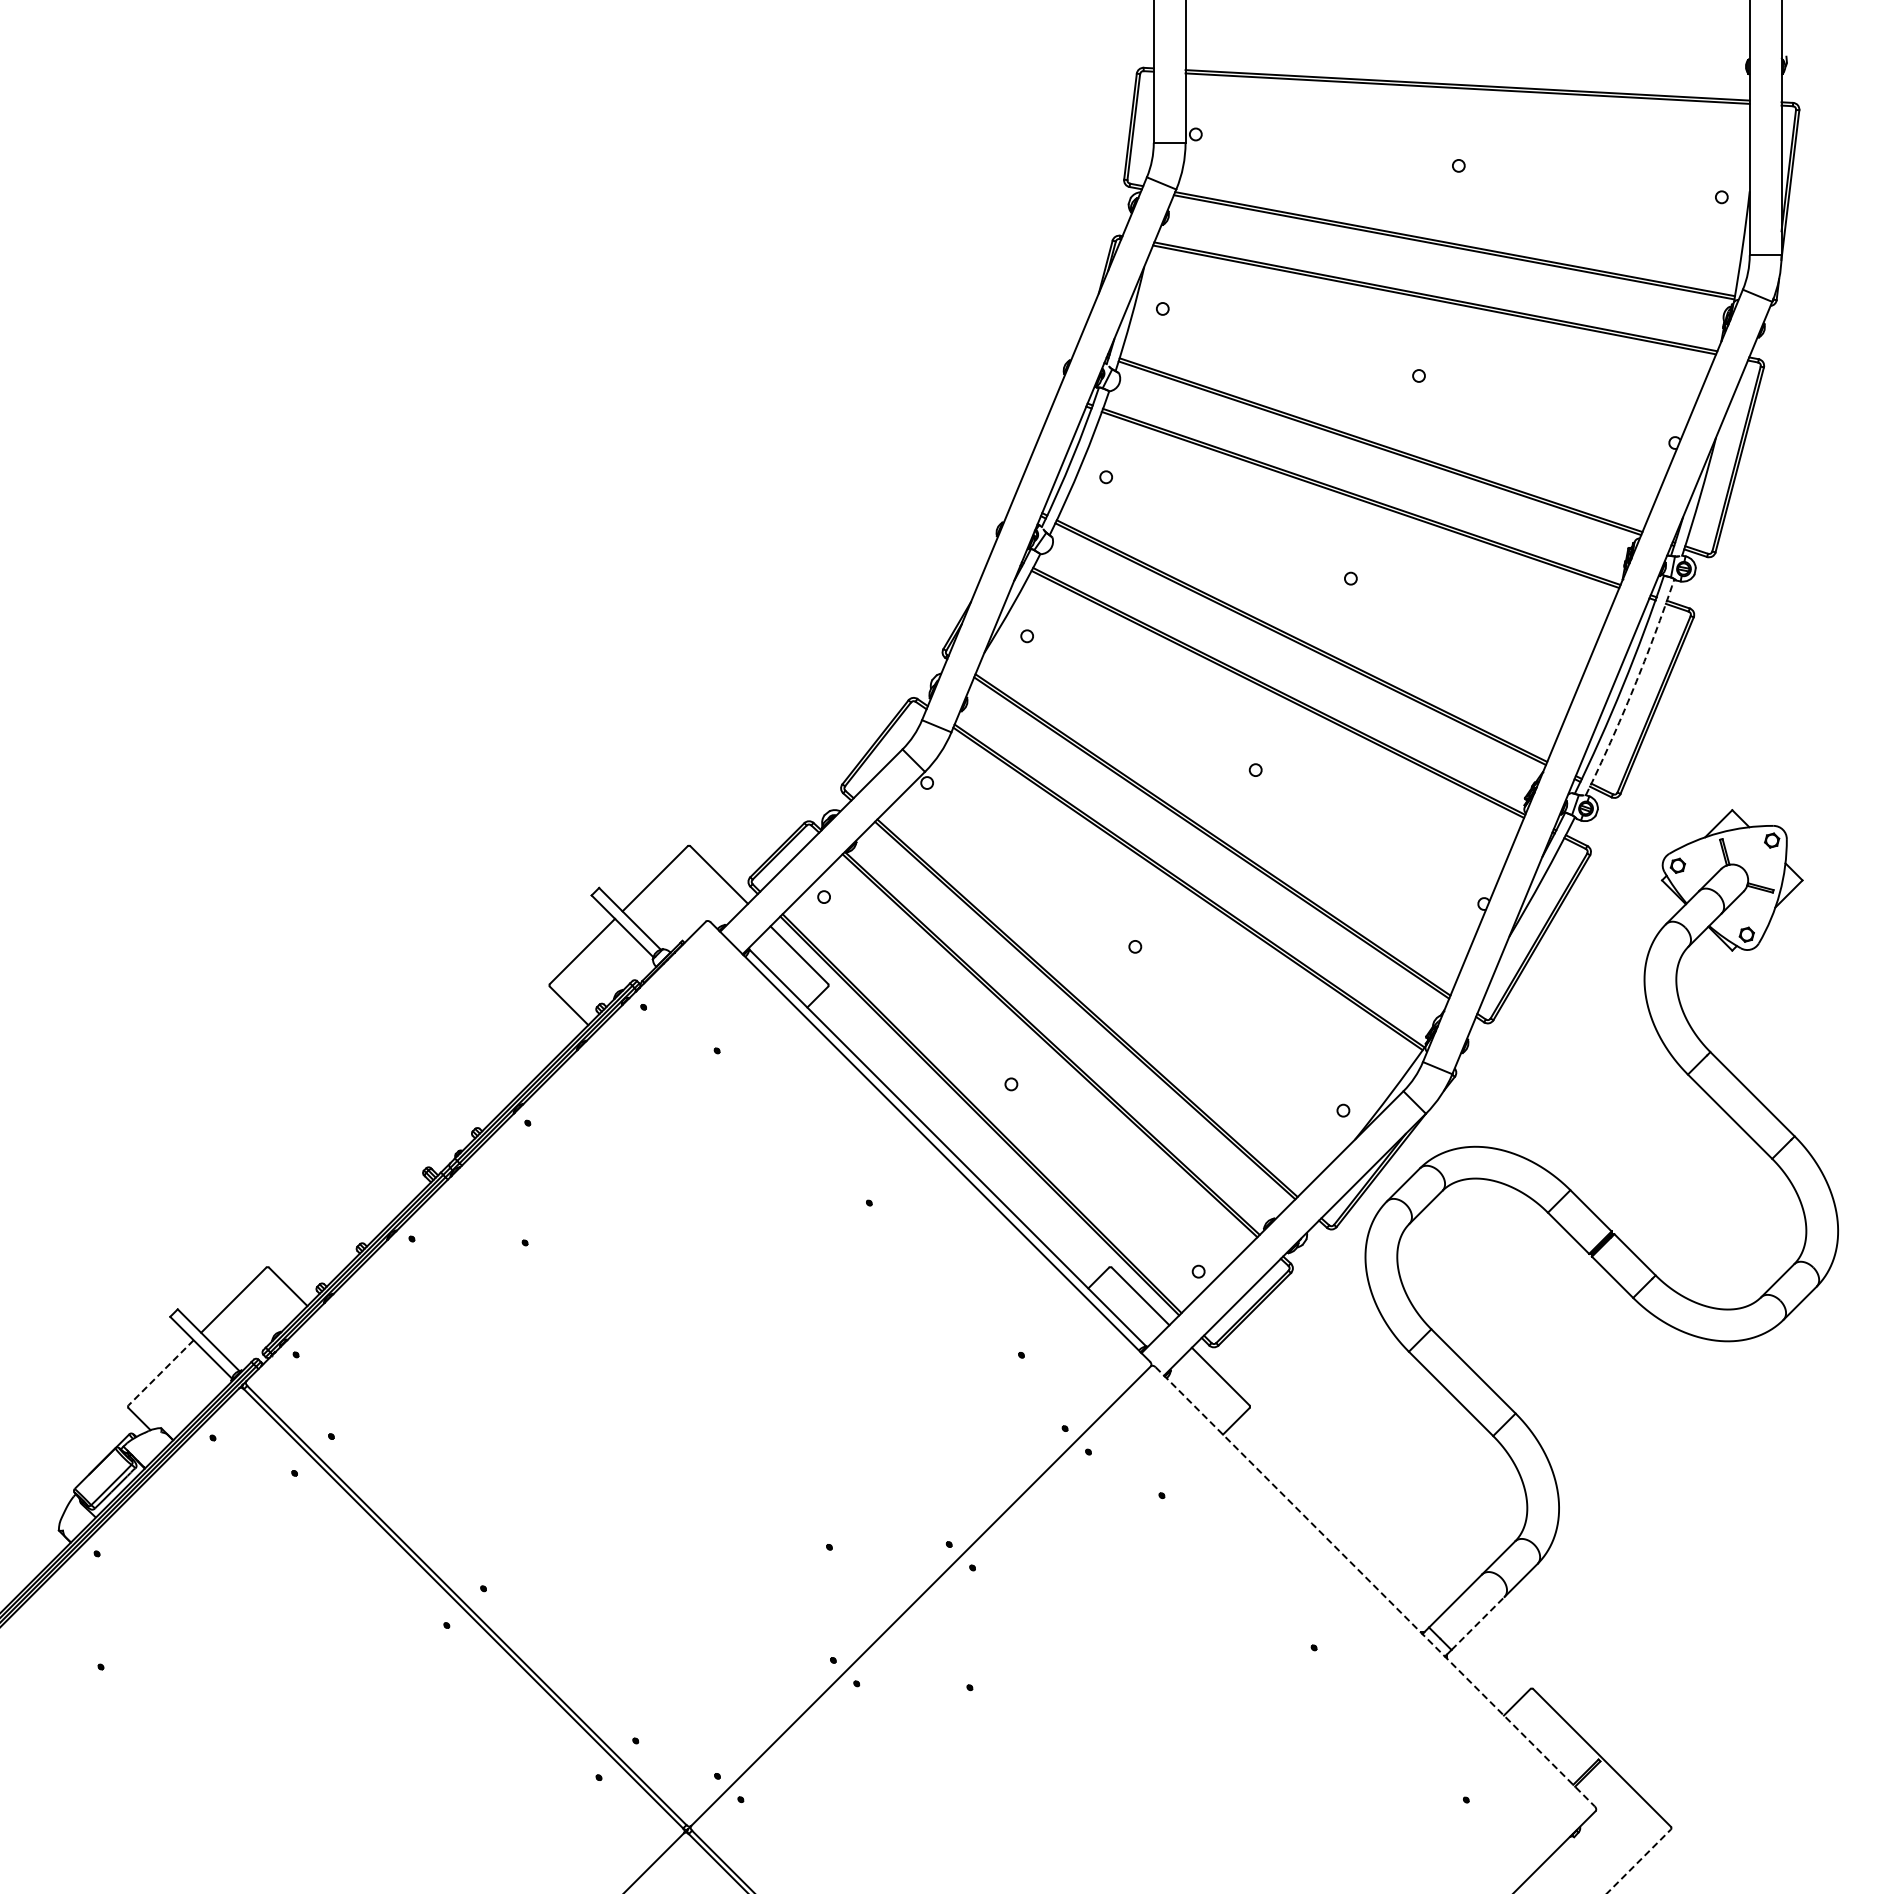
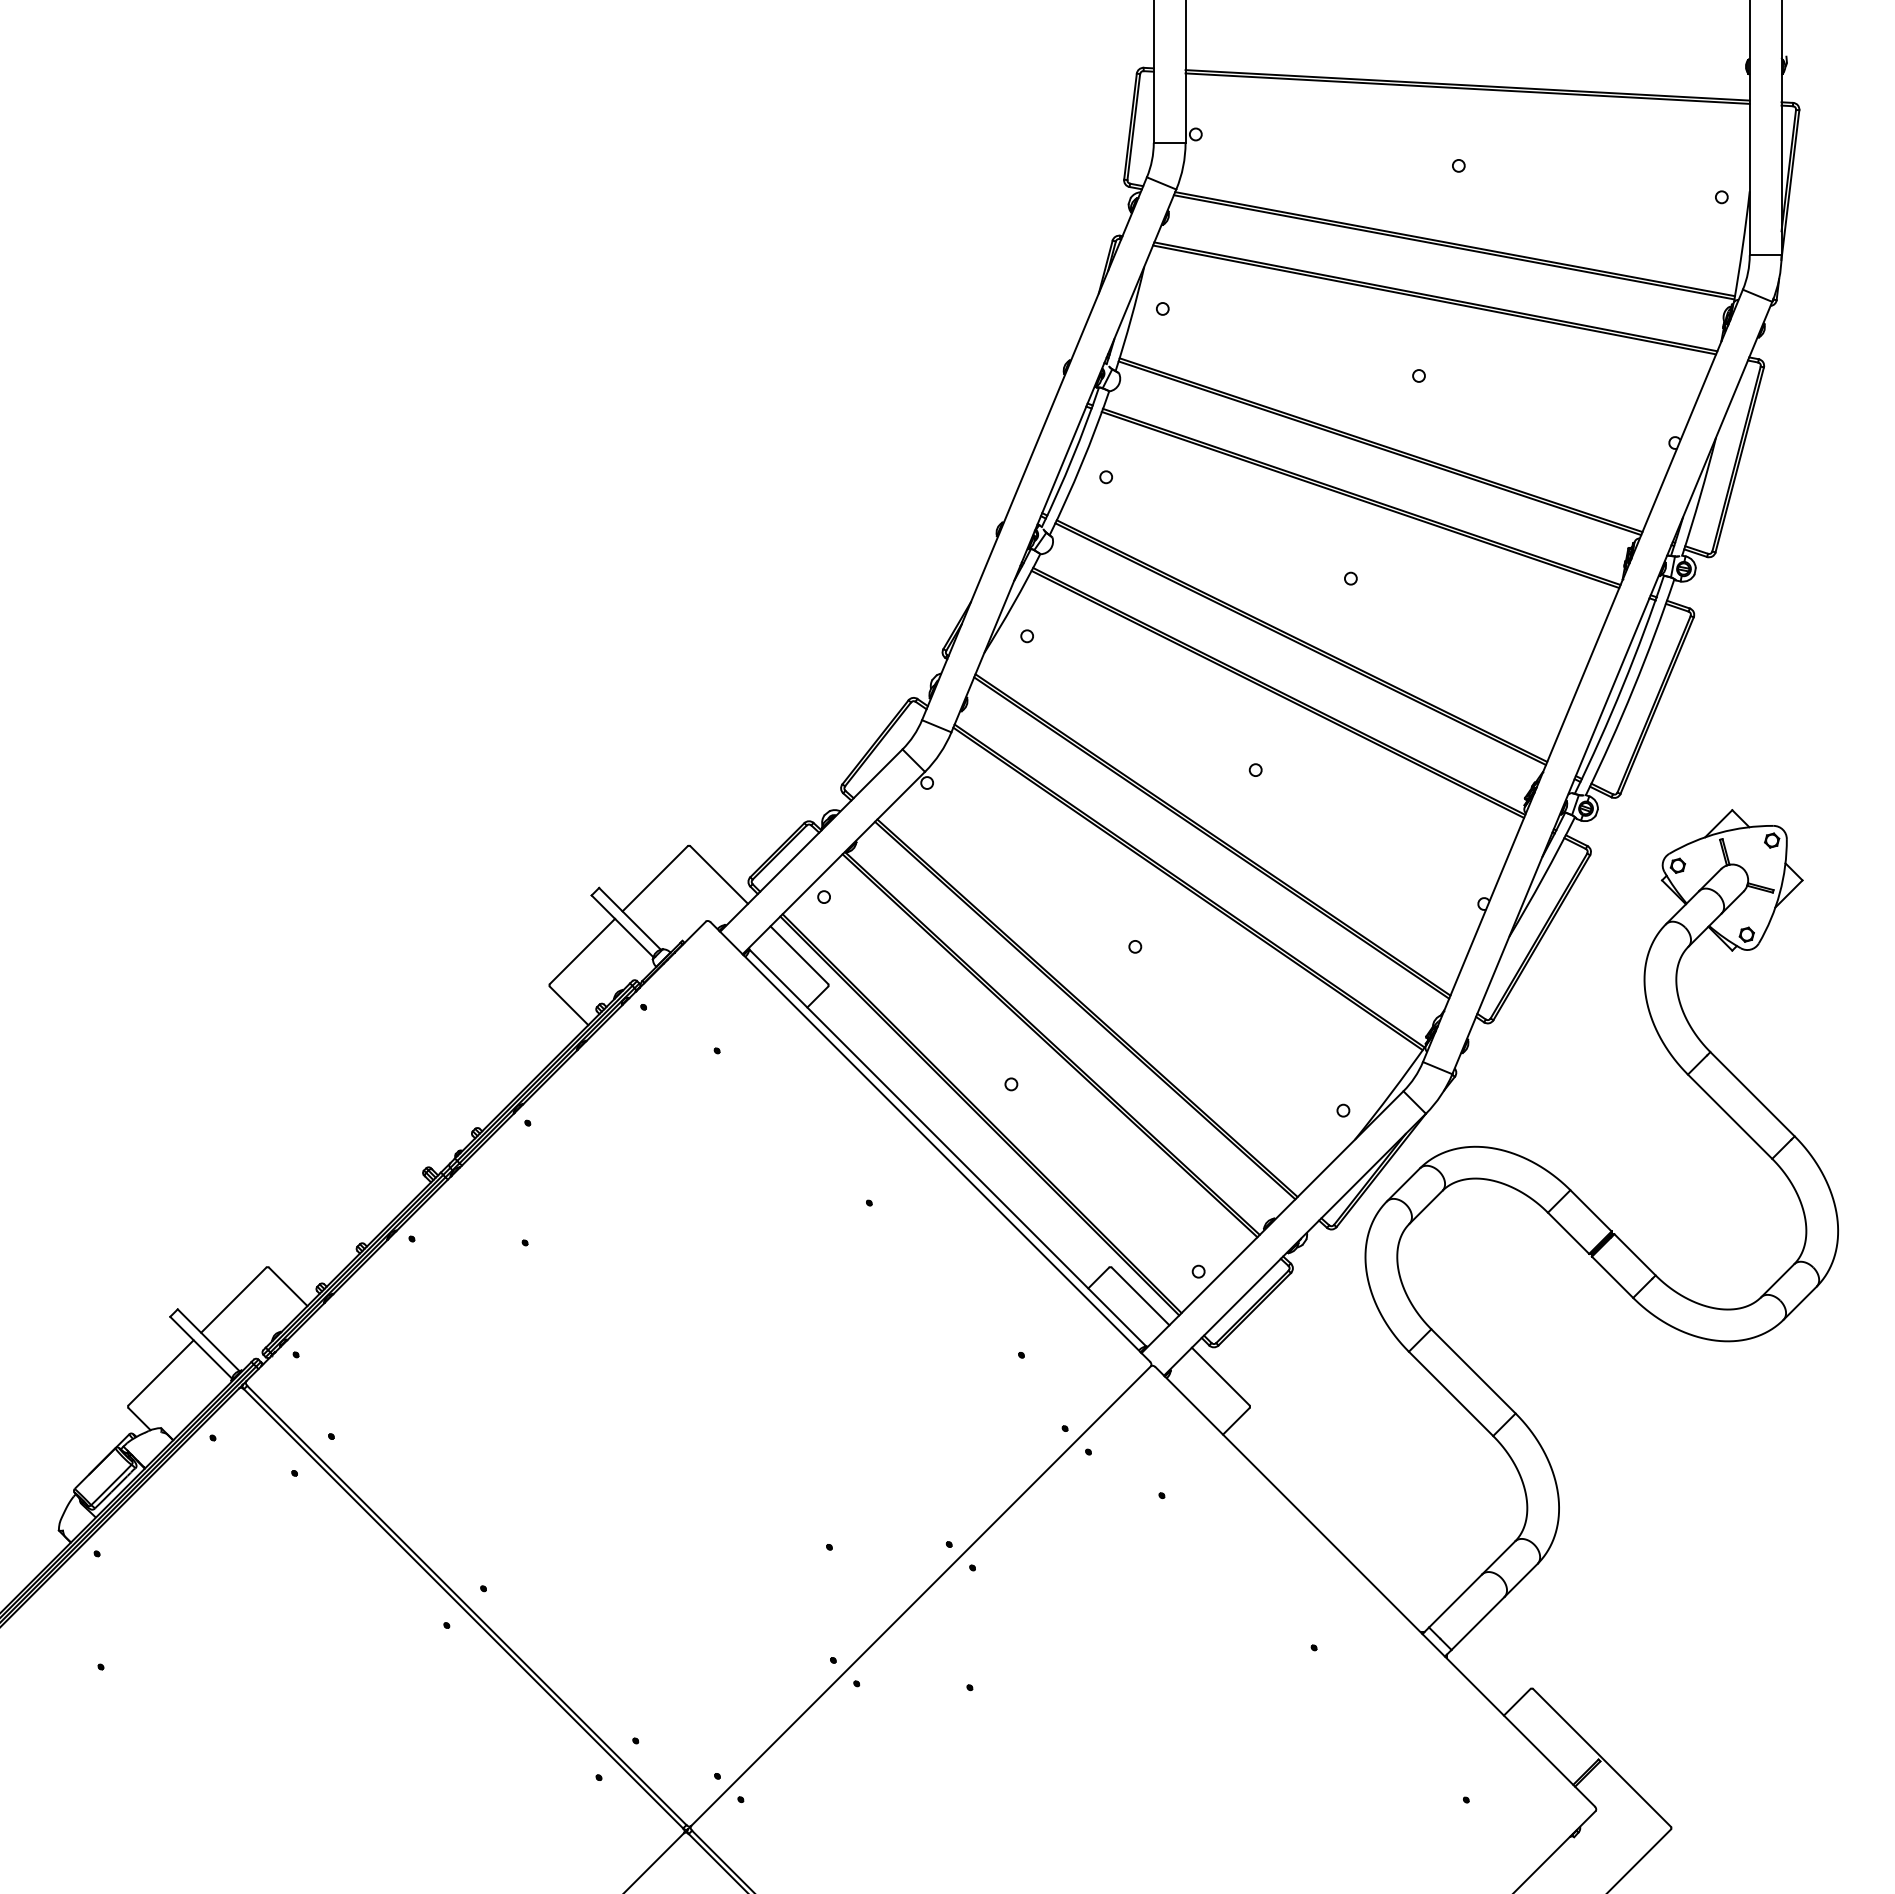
arc at (1633, 688): dashed -> solid
line at (160, 1373): dashed -> solid
line at (1375, 1586): dashed -> solid
line at (1478, 1623): dashed -> solid
line at (1638, 1861): dashed -> solid
